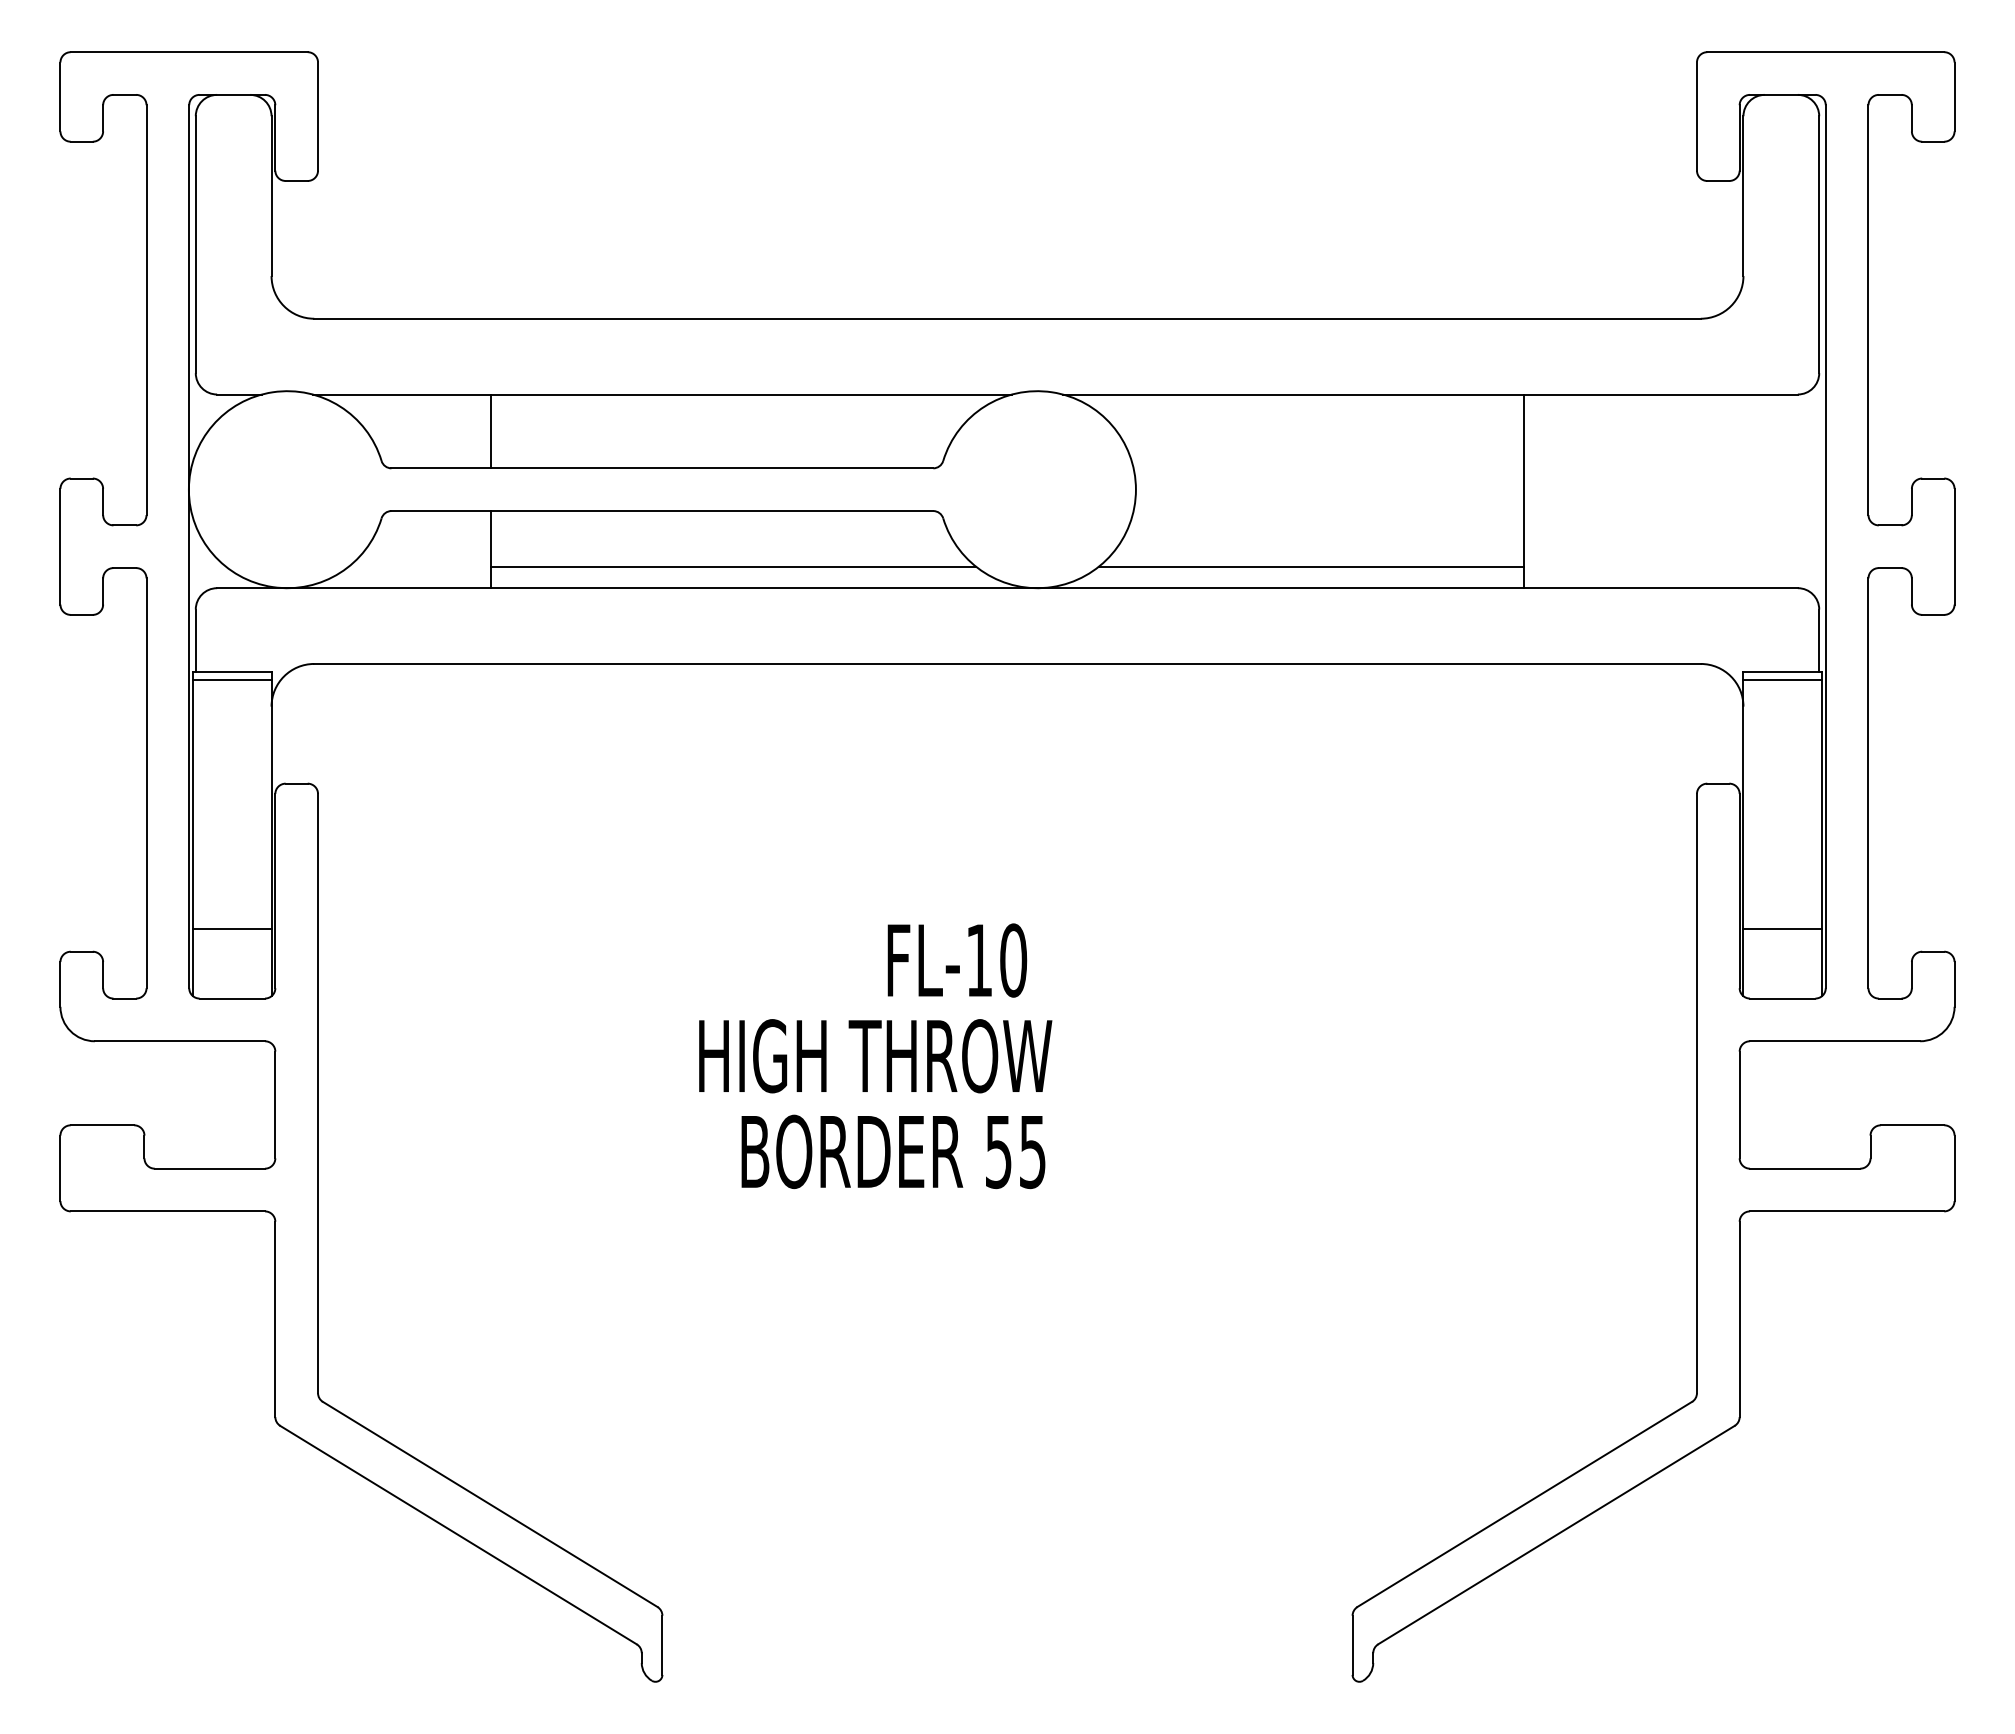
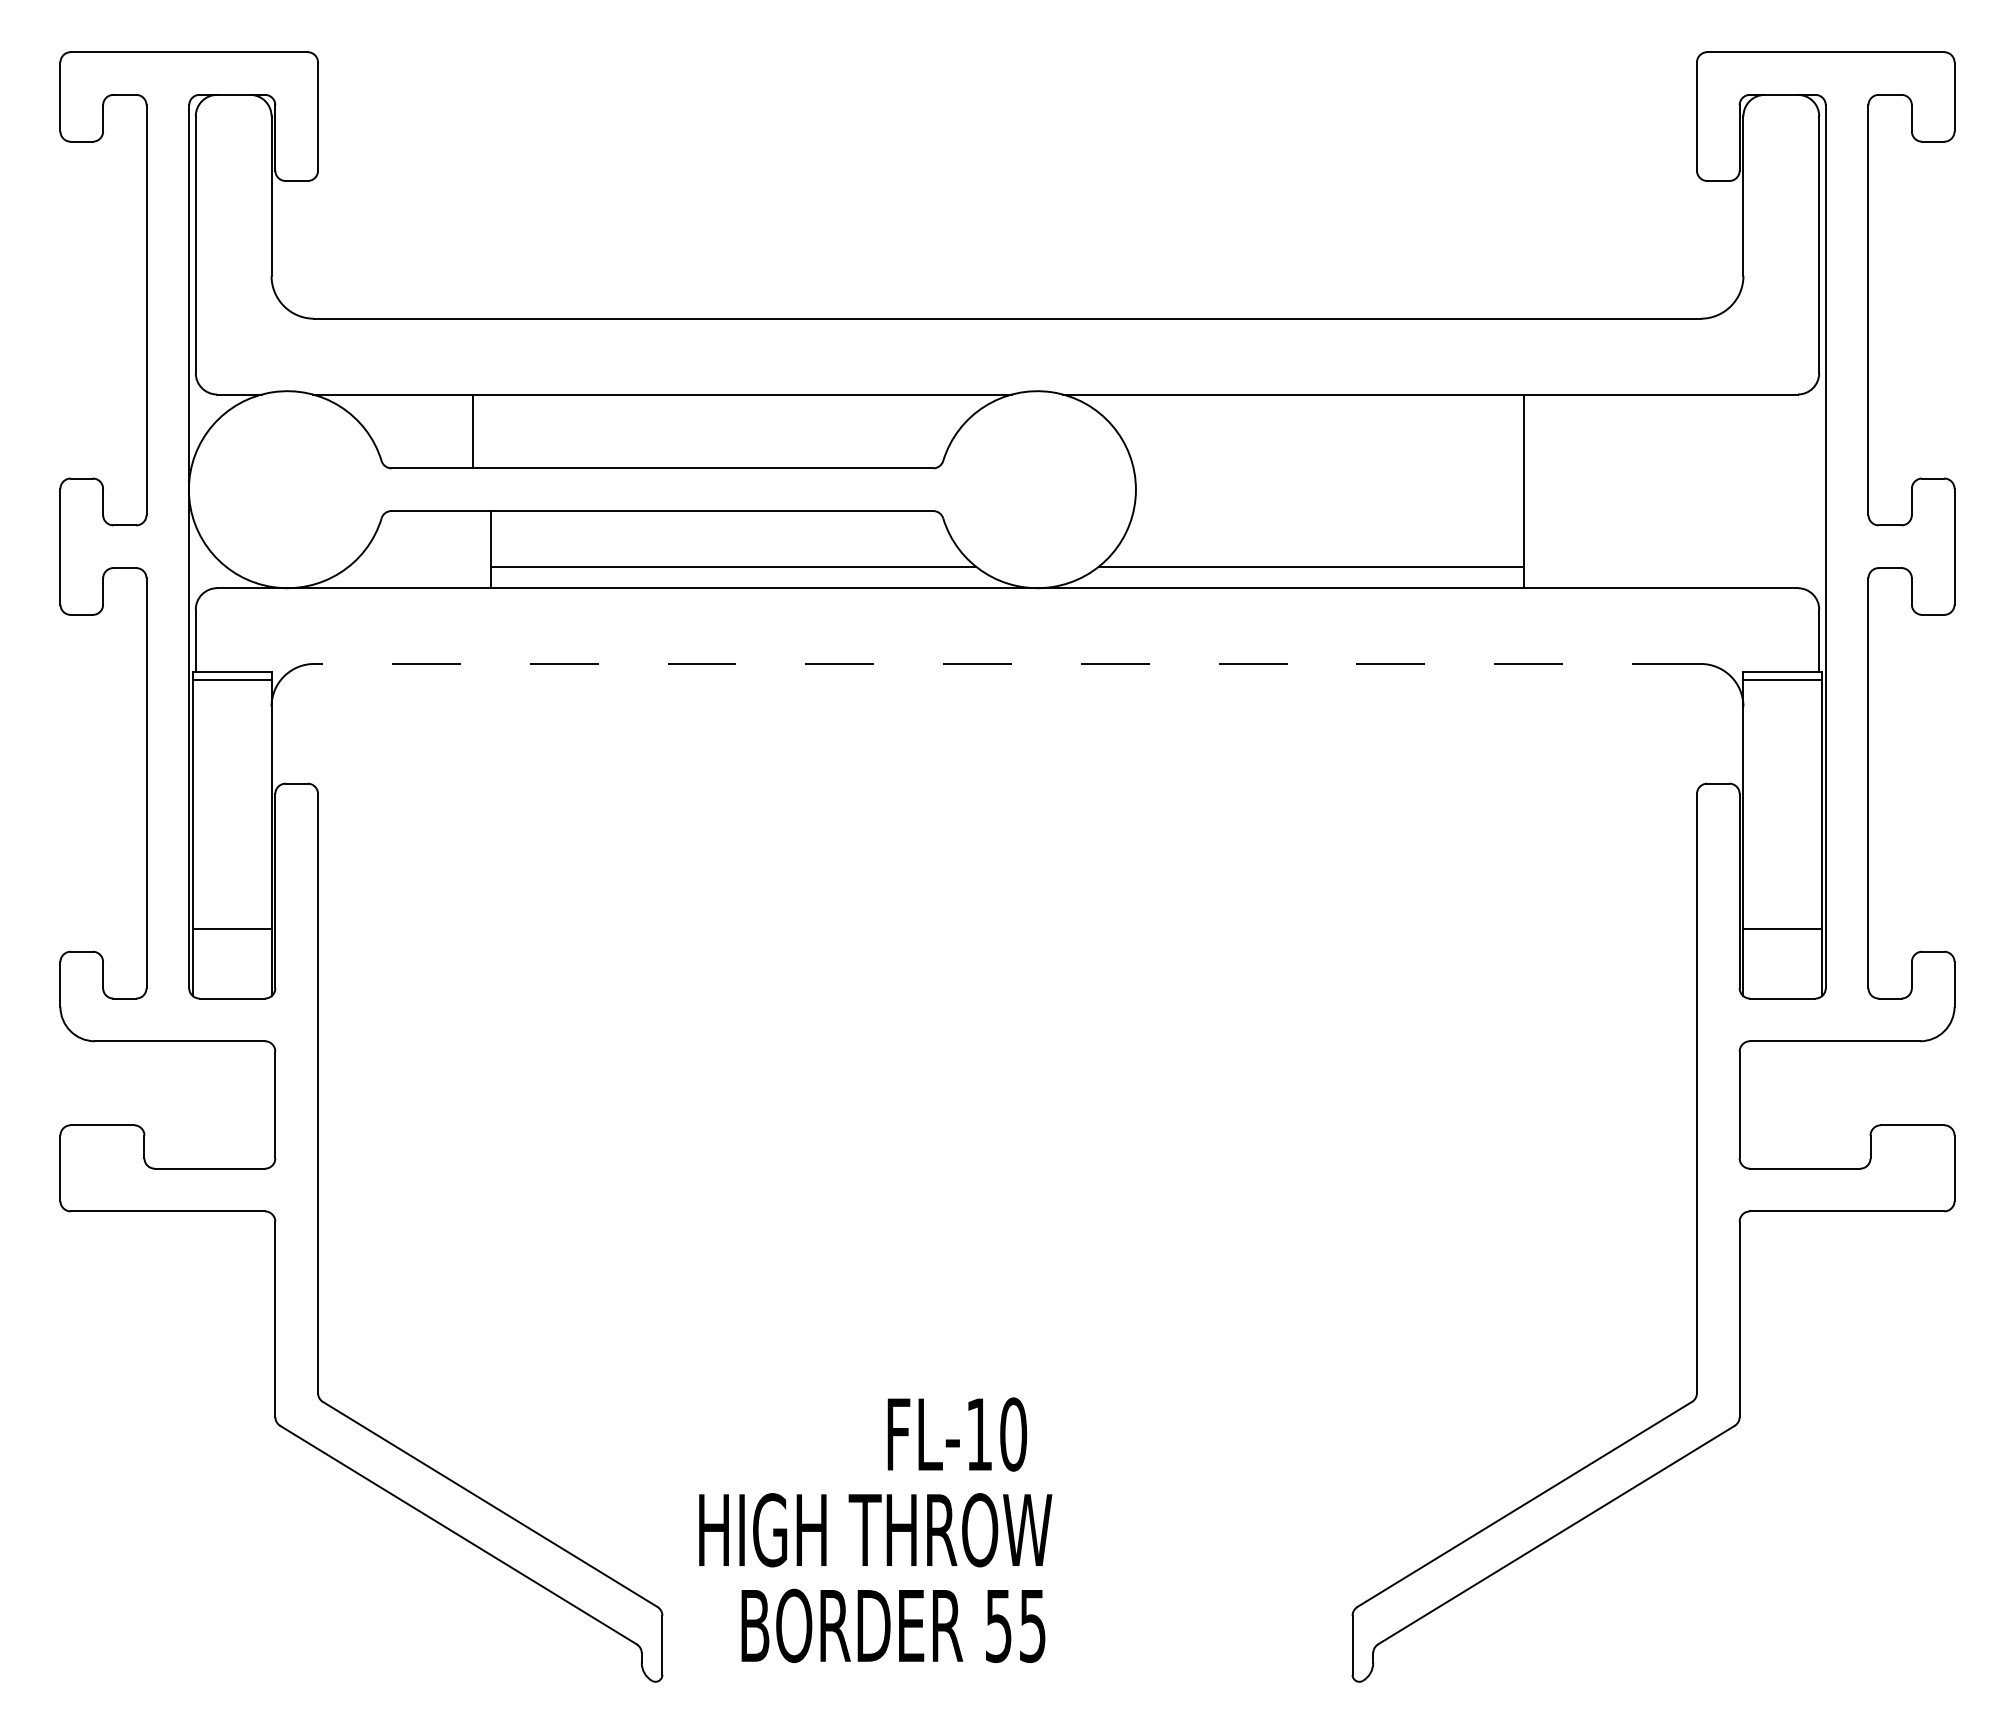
line at (490, 431) position: (490, 431) -> (472, 431)
line at (1007, 663): solid -> dashed
text at (875, 1056) position: (875, 1056) -> (875, 1530)
